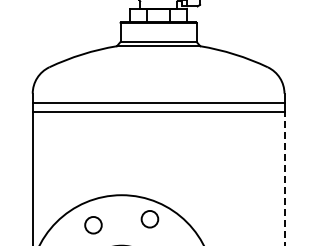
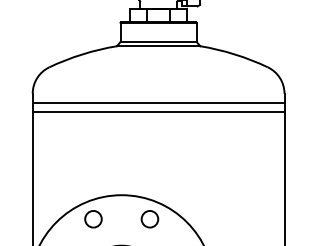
line at (284, 179): dashed -> solid
circle at (93, 225) position: (93, 225) -> (93, 219)
